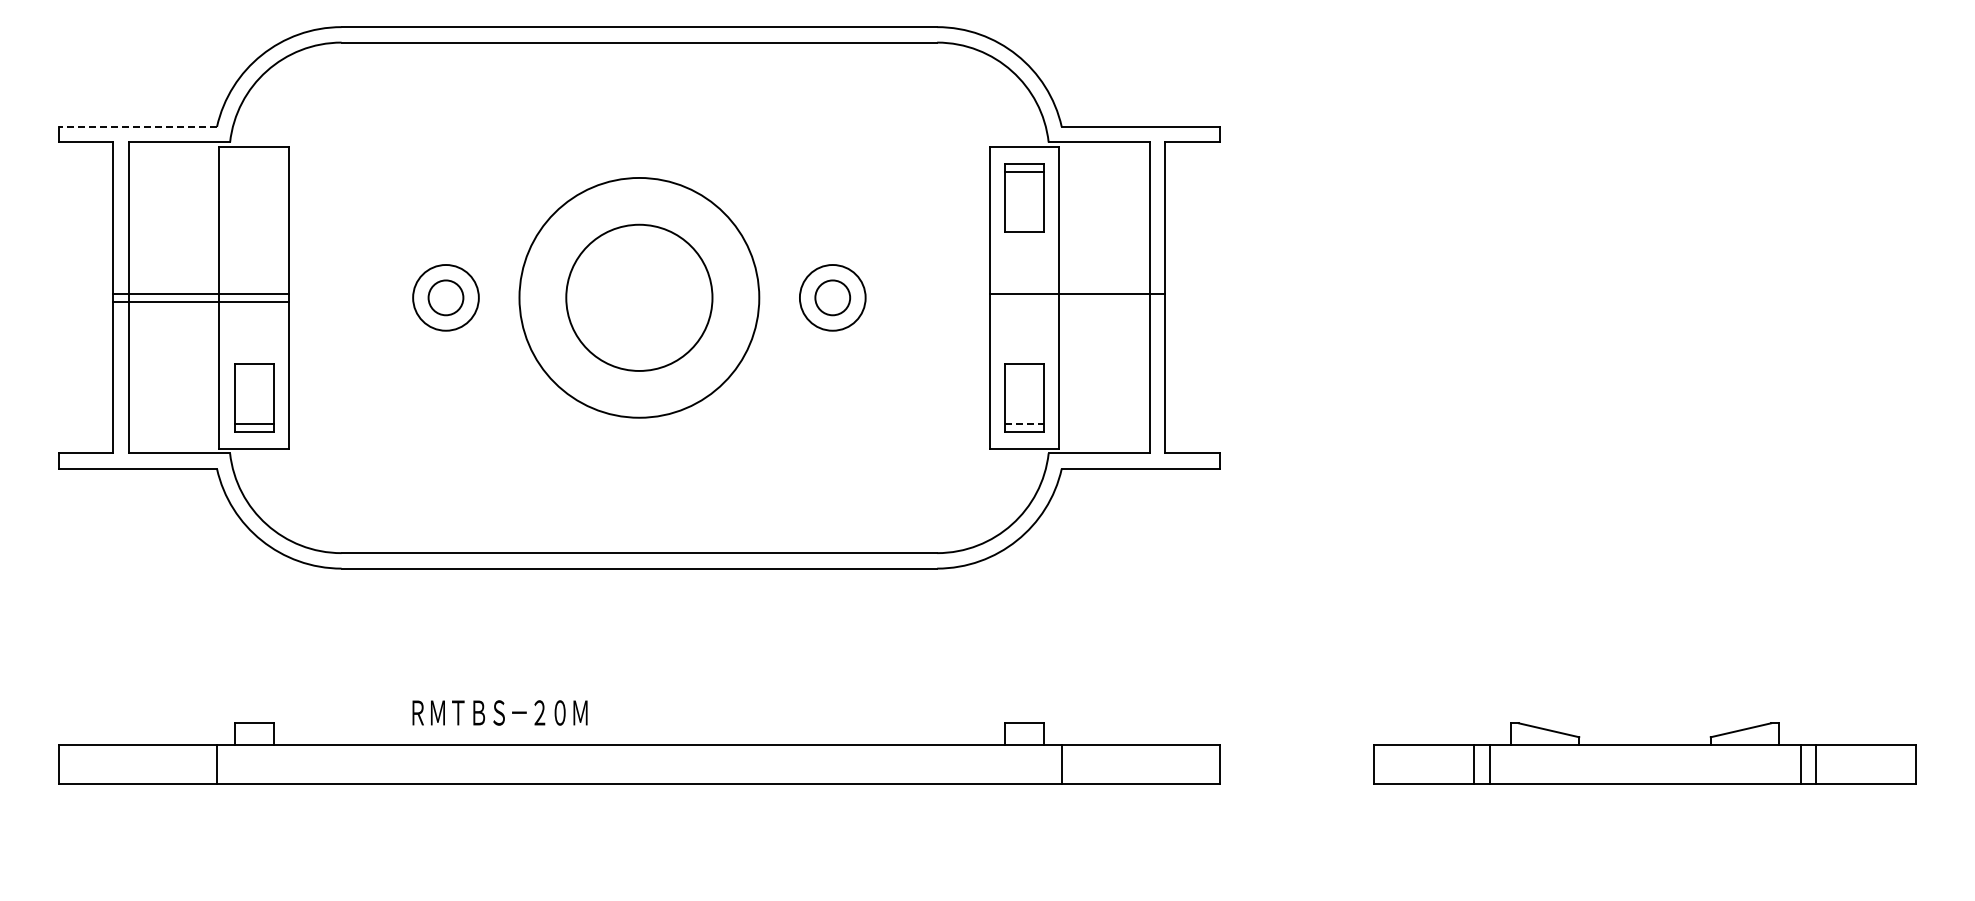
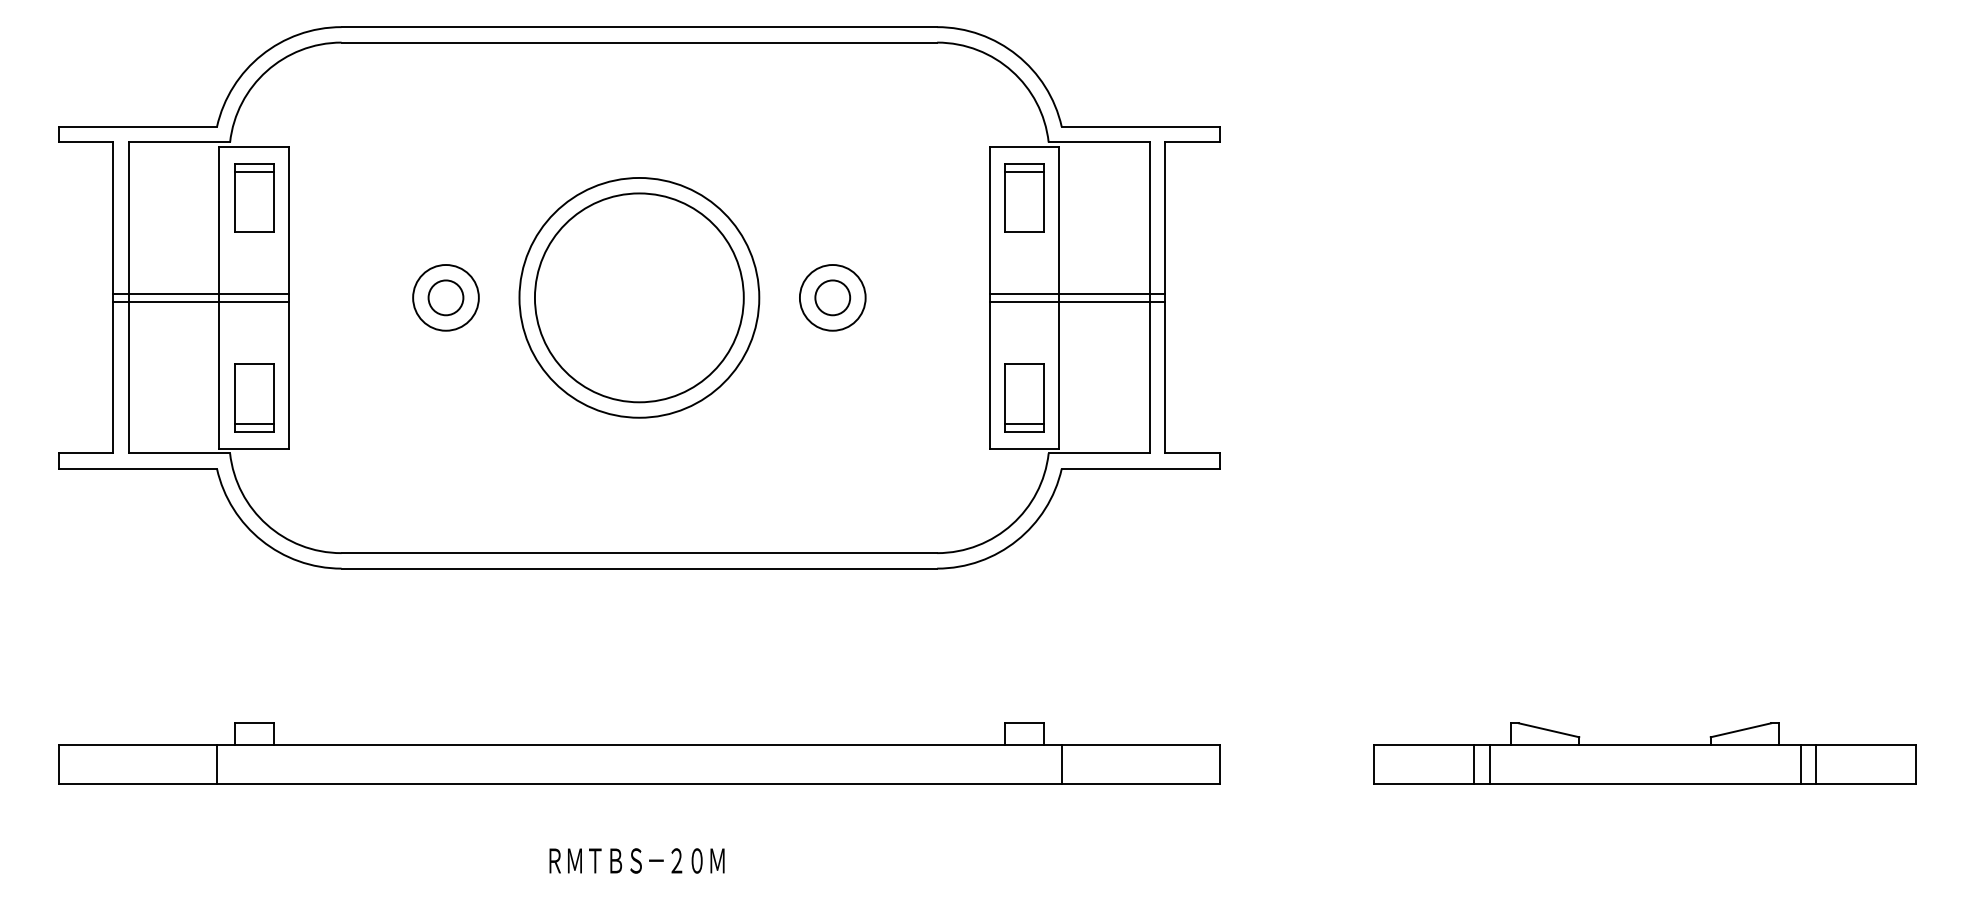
line at (138, 126): dashed -> solid
part at (254, 197): none -> present
circle at (639, 297) diameter: 146 px -> 209 px
line at (1077, 301): none -> present
line at (1025, 423): dashed -> solid
text at (499, 712) position: (499, 712) -> (636, 860)
